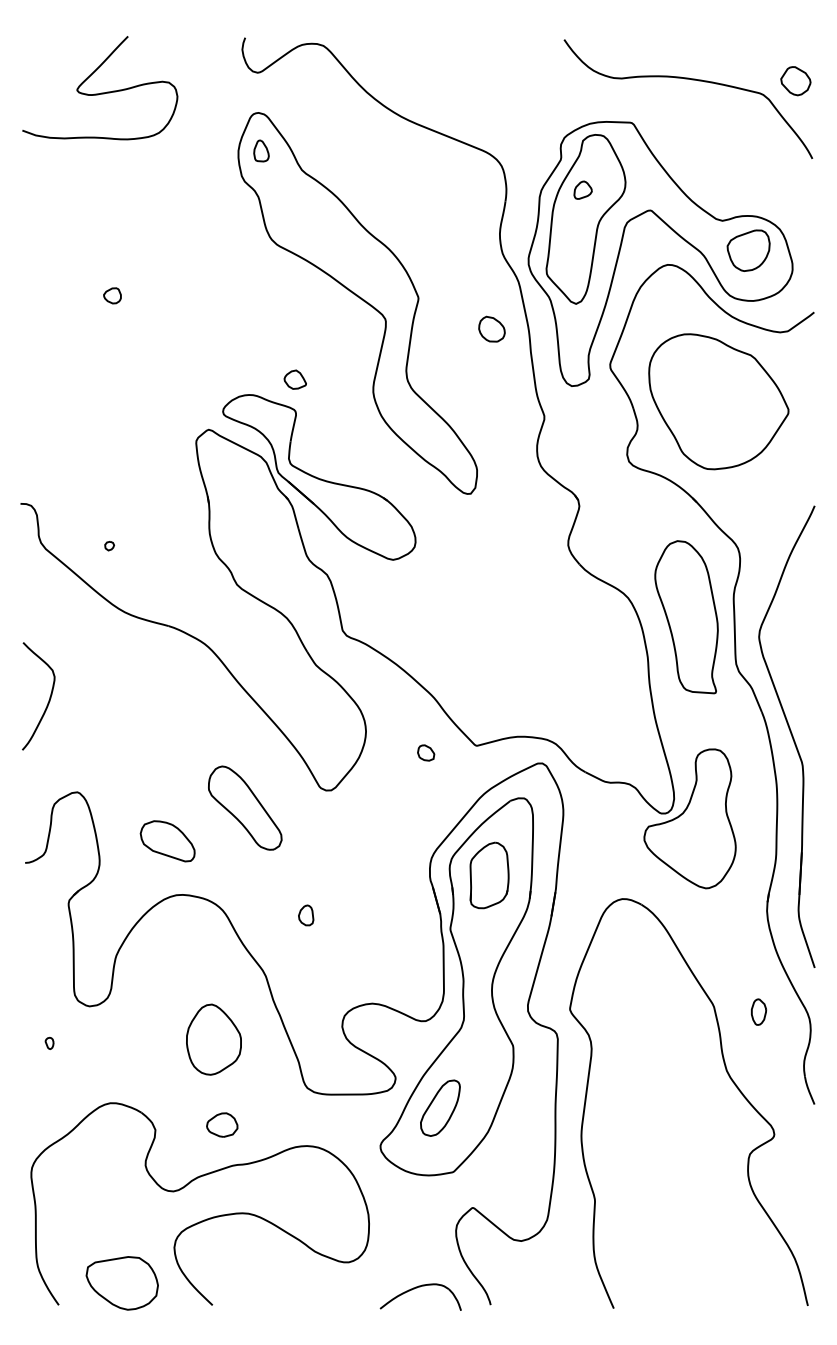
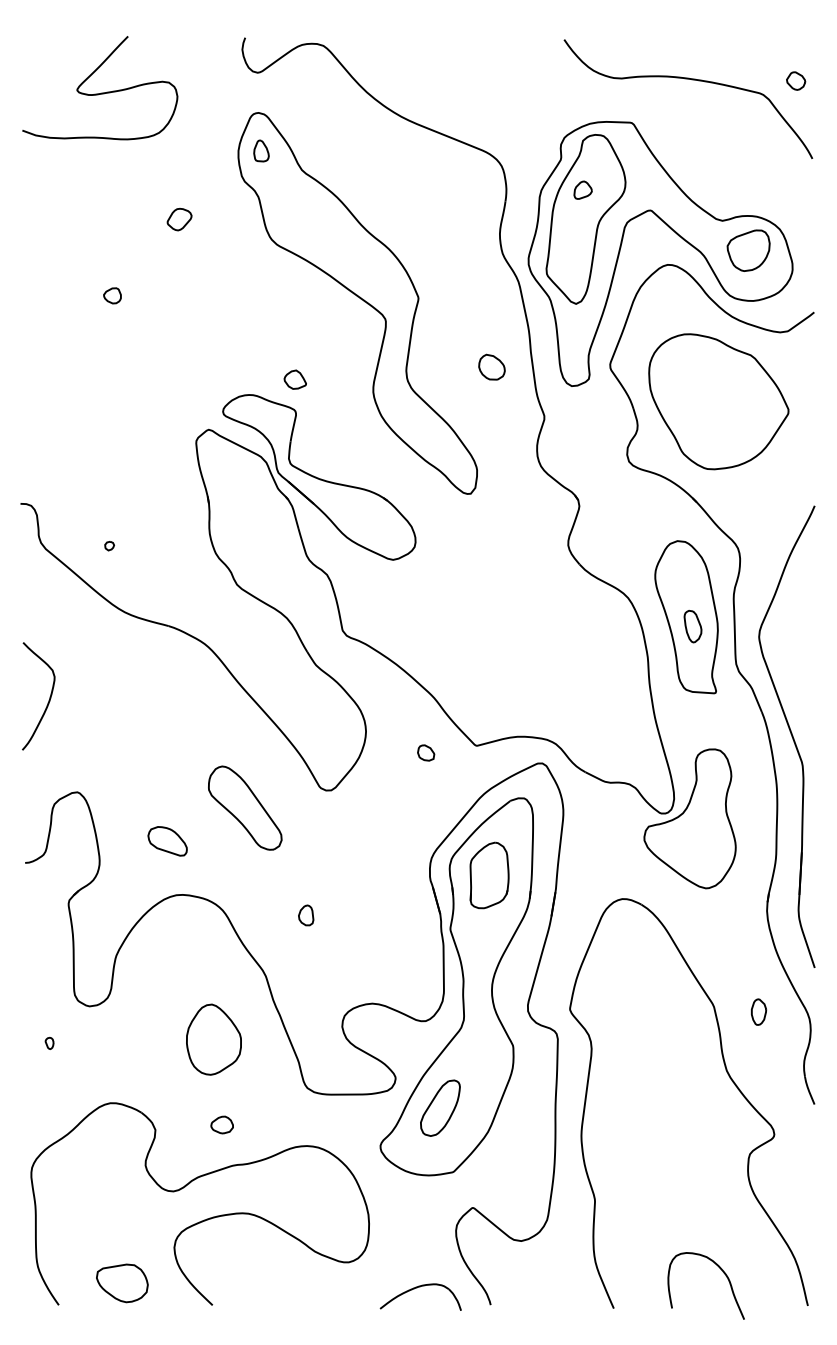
part at (795, 81) size: 32x31 px -> 21x20 px
part at (179, 219): none -> present
part at (491, 328) position: (491, 328) -> (491, 366)
part at (692, 626): none -> present
part at (167, 841) size: 57x43 px -> 41x31 px
part at (222, 1124) size: 33x26 px -> 24x20 px
curve at (723, 1273): none -> present
part at (121, 1283) size: 74x55 px -> 53x41 px
